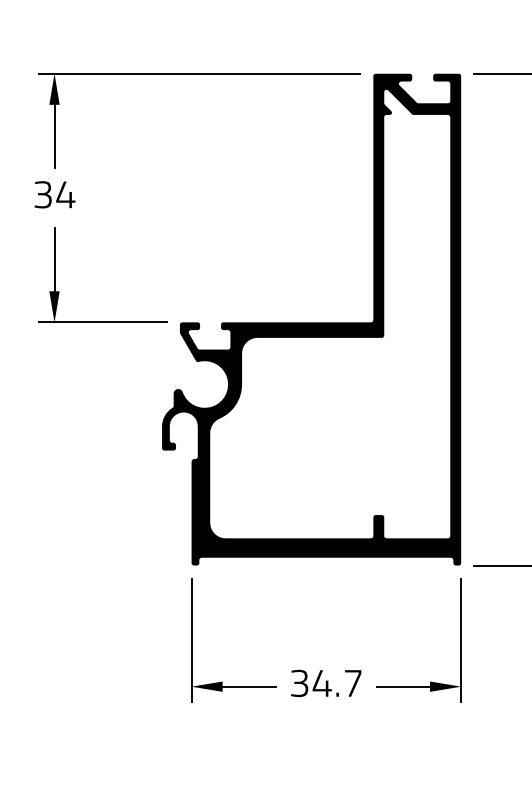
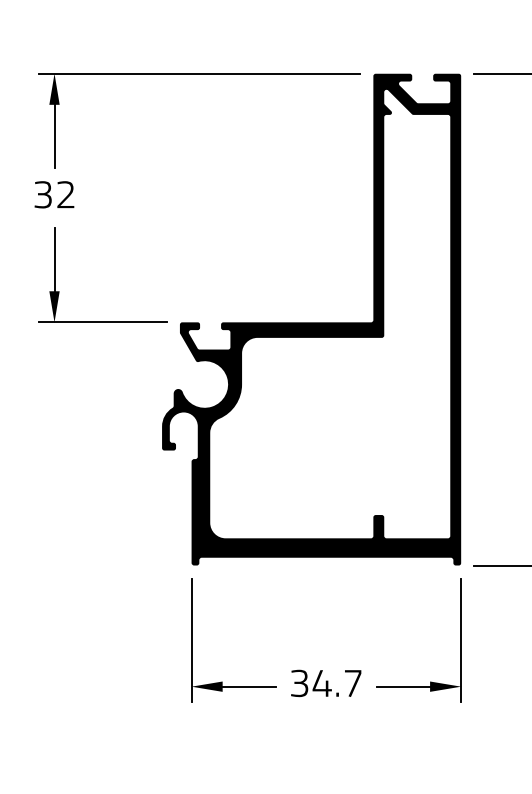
text at (65, 194): 34 -> 32
